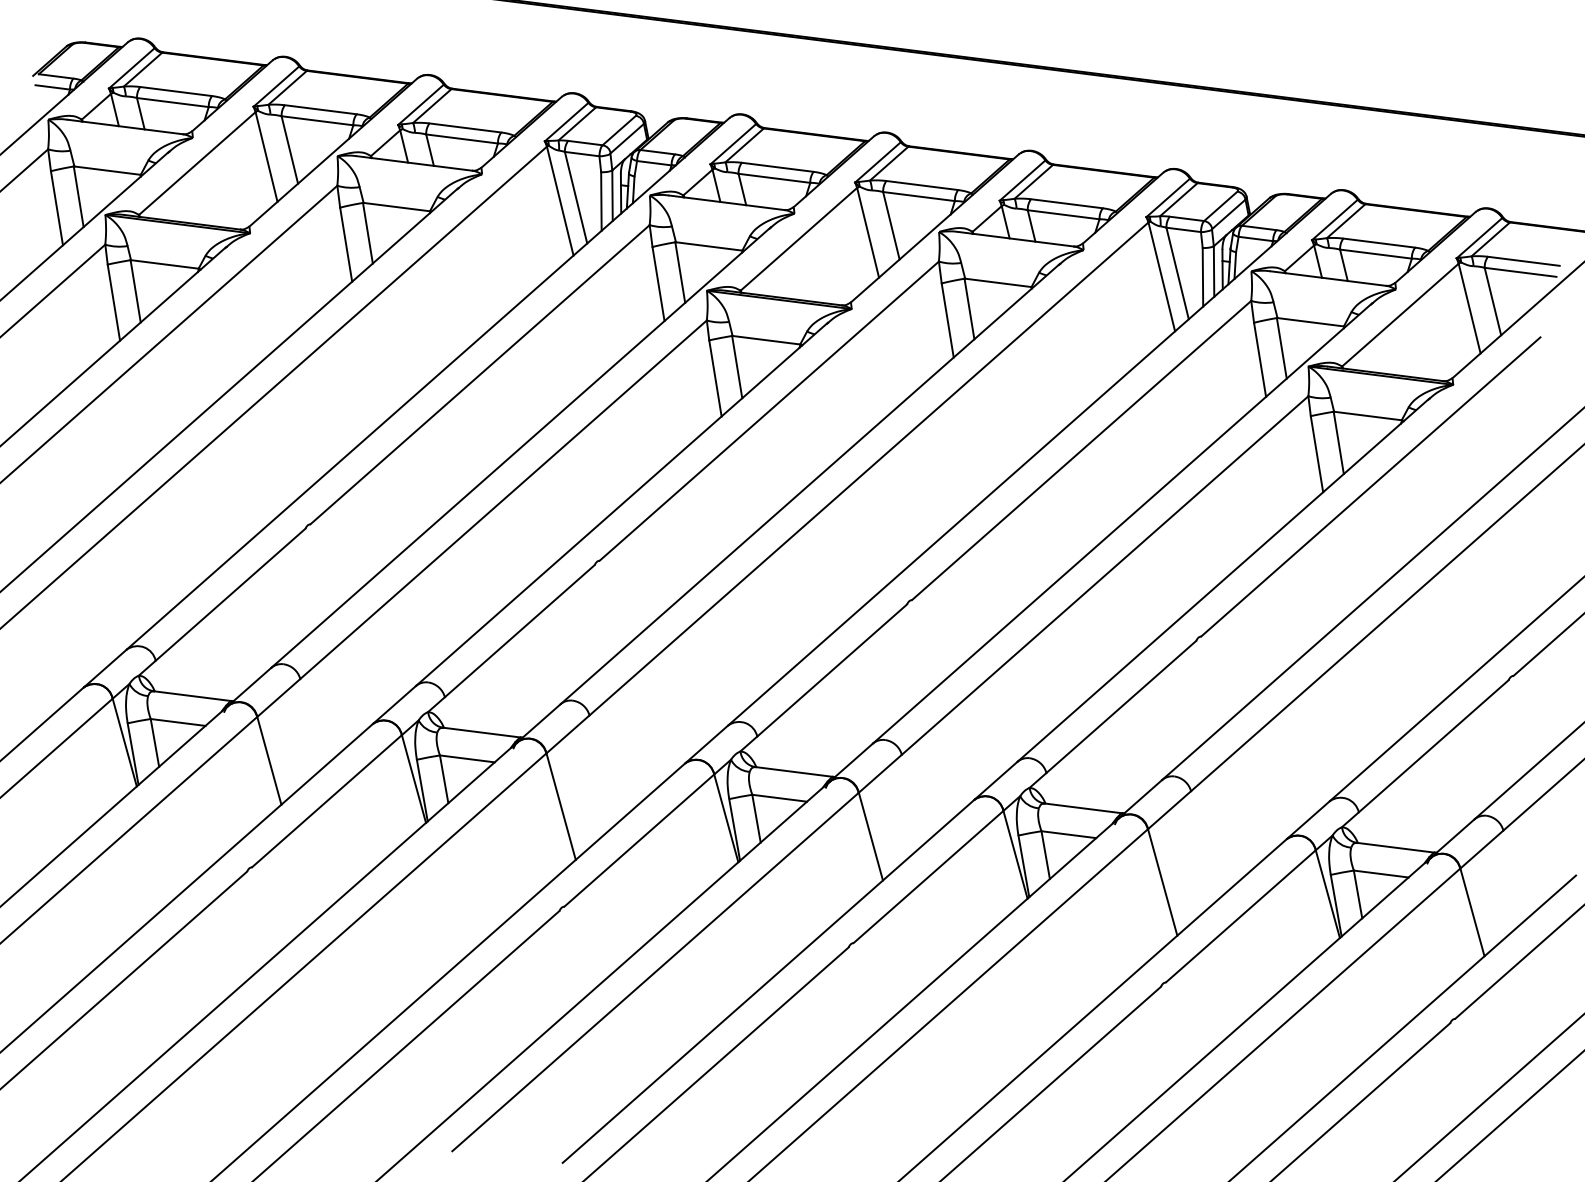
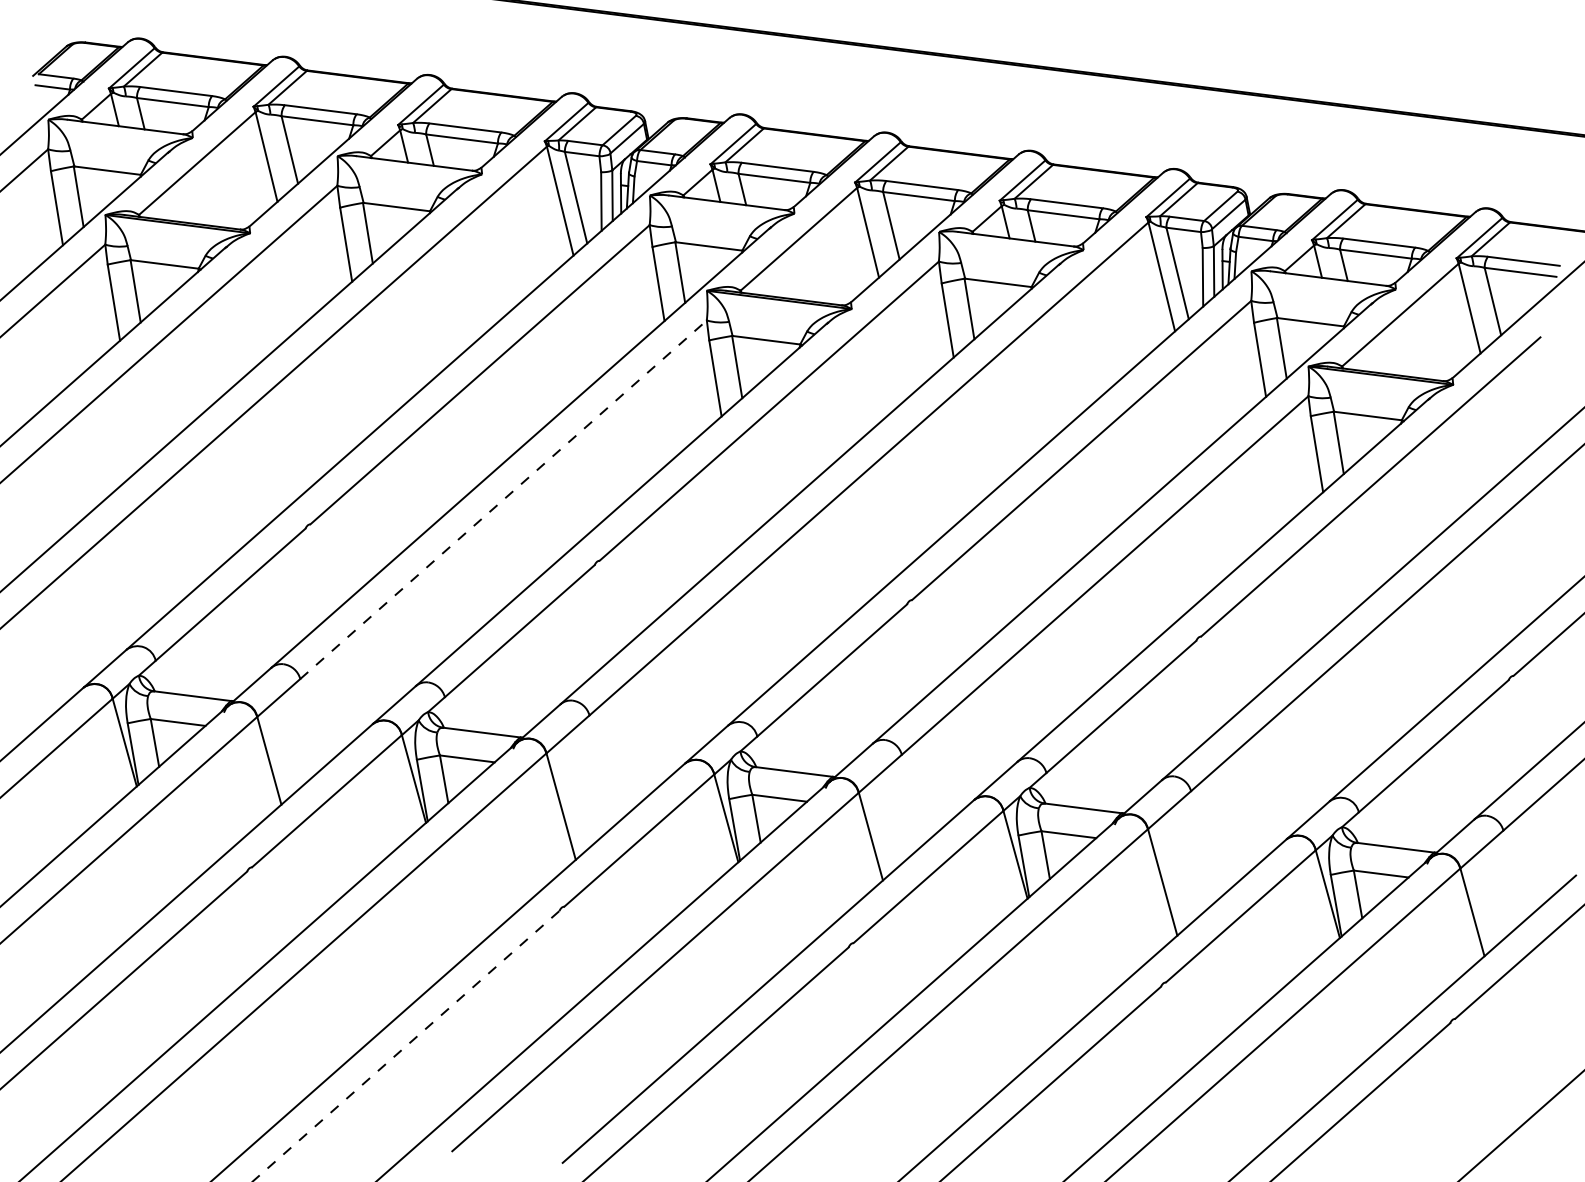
line at (503, 499): solid -> dashed
line at (405, 1046): solid -> dashed
line at (1489, 1097): present -> none
line at (1509, 1115) position: (1509, 1115) -> (1521, 1125)
